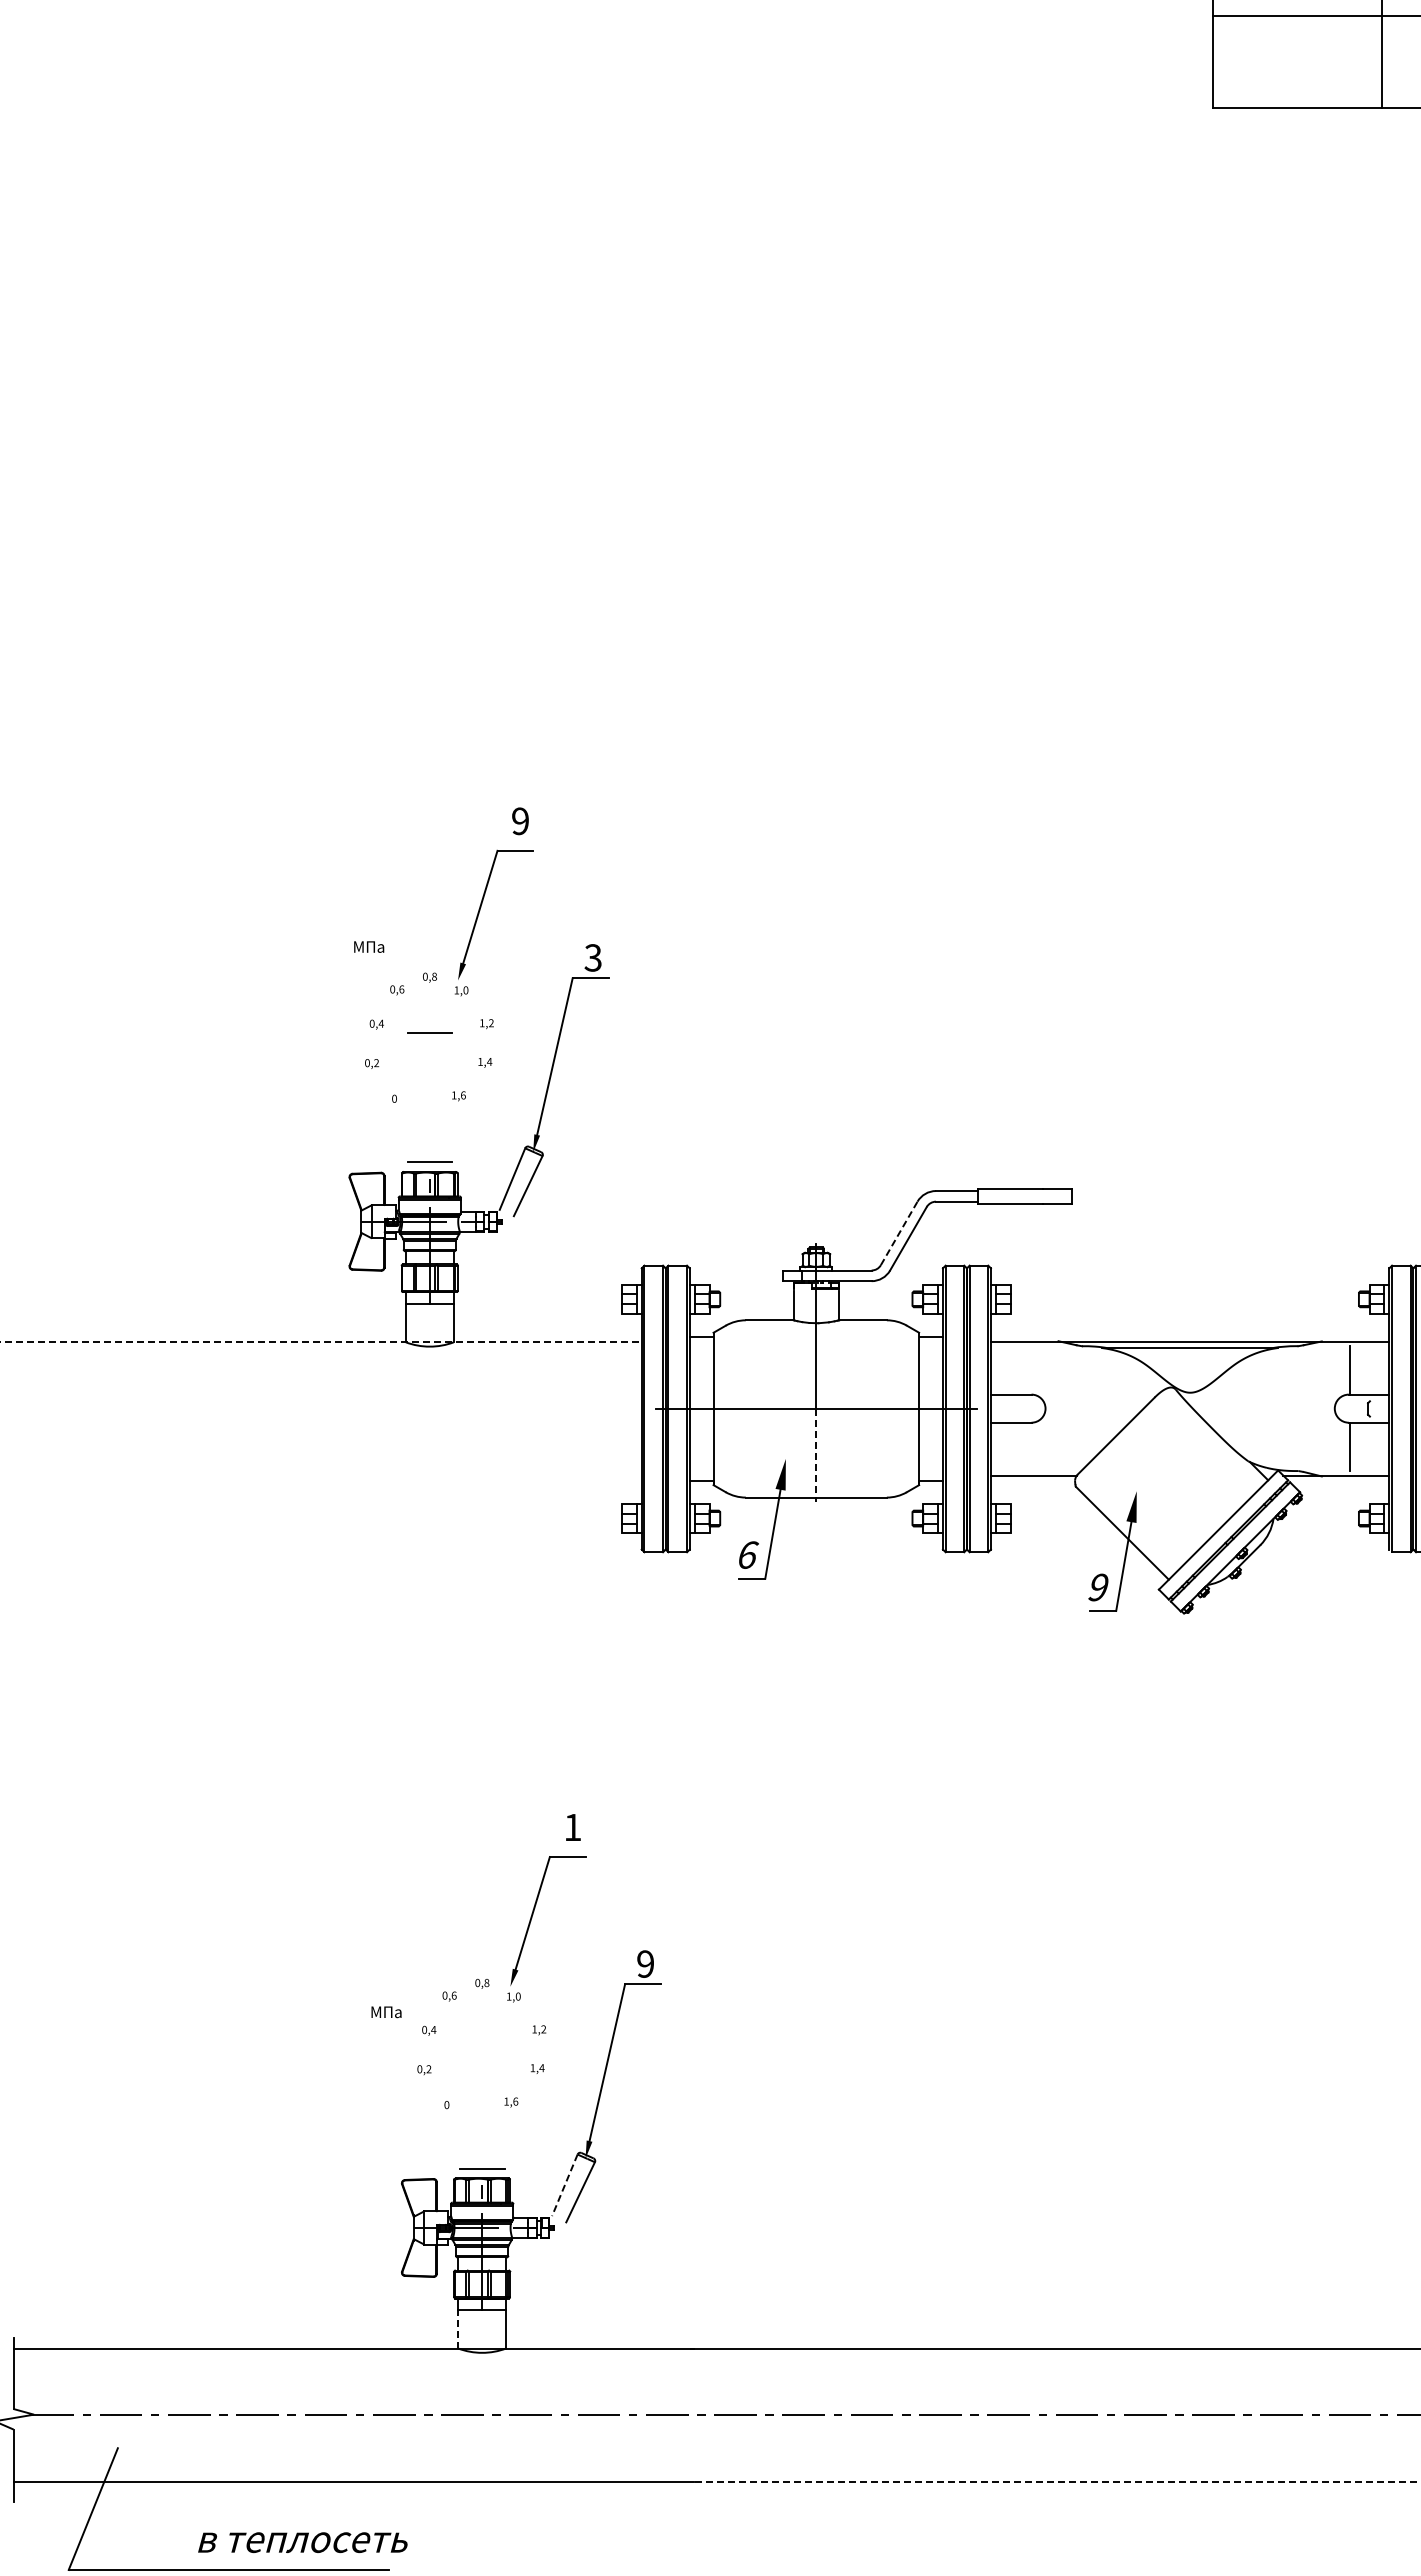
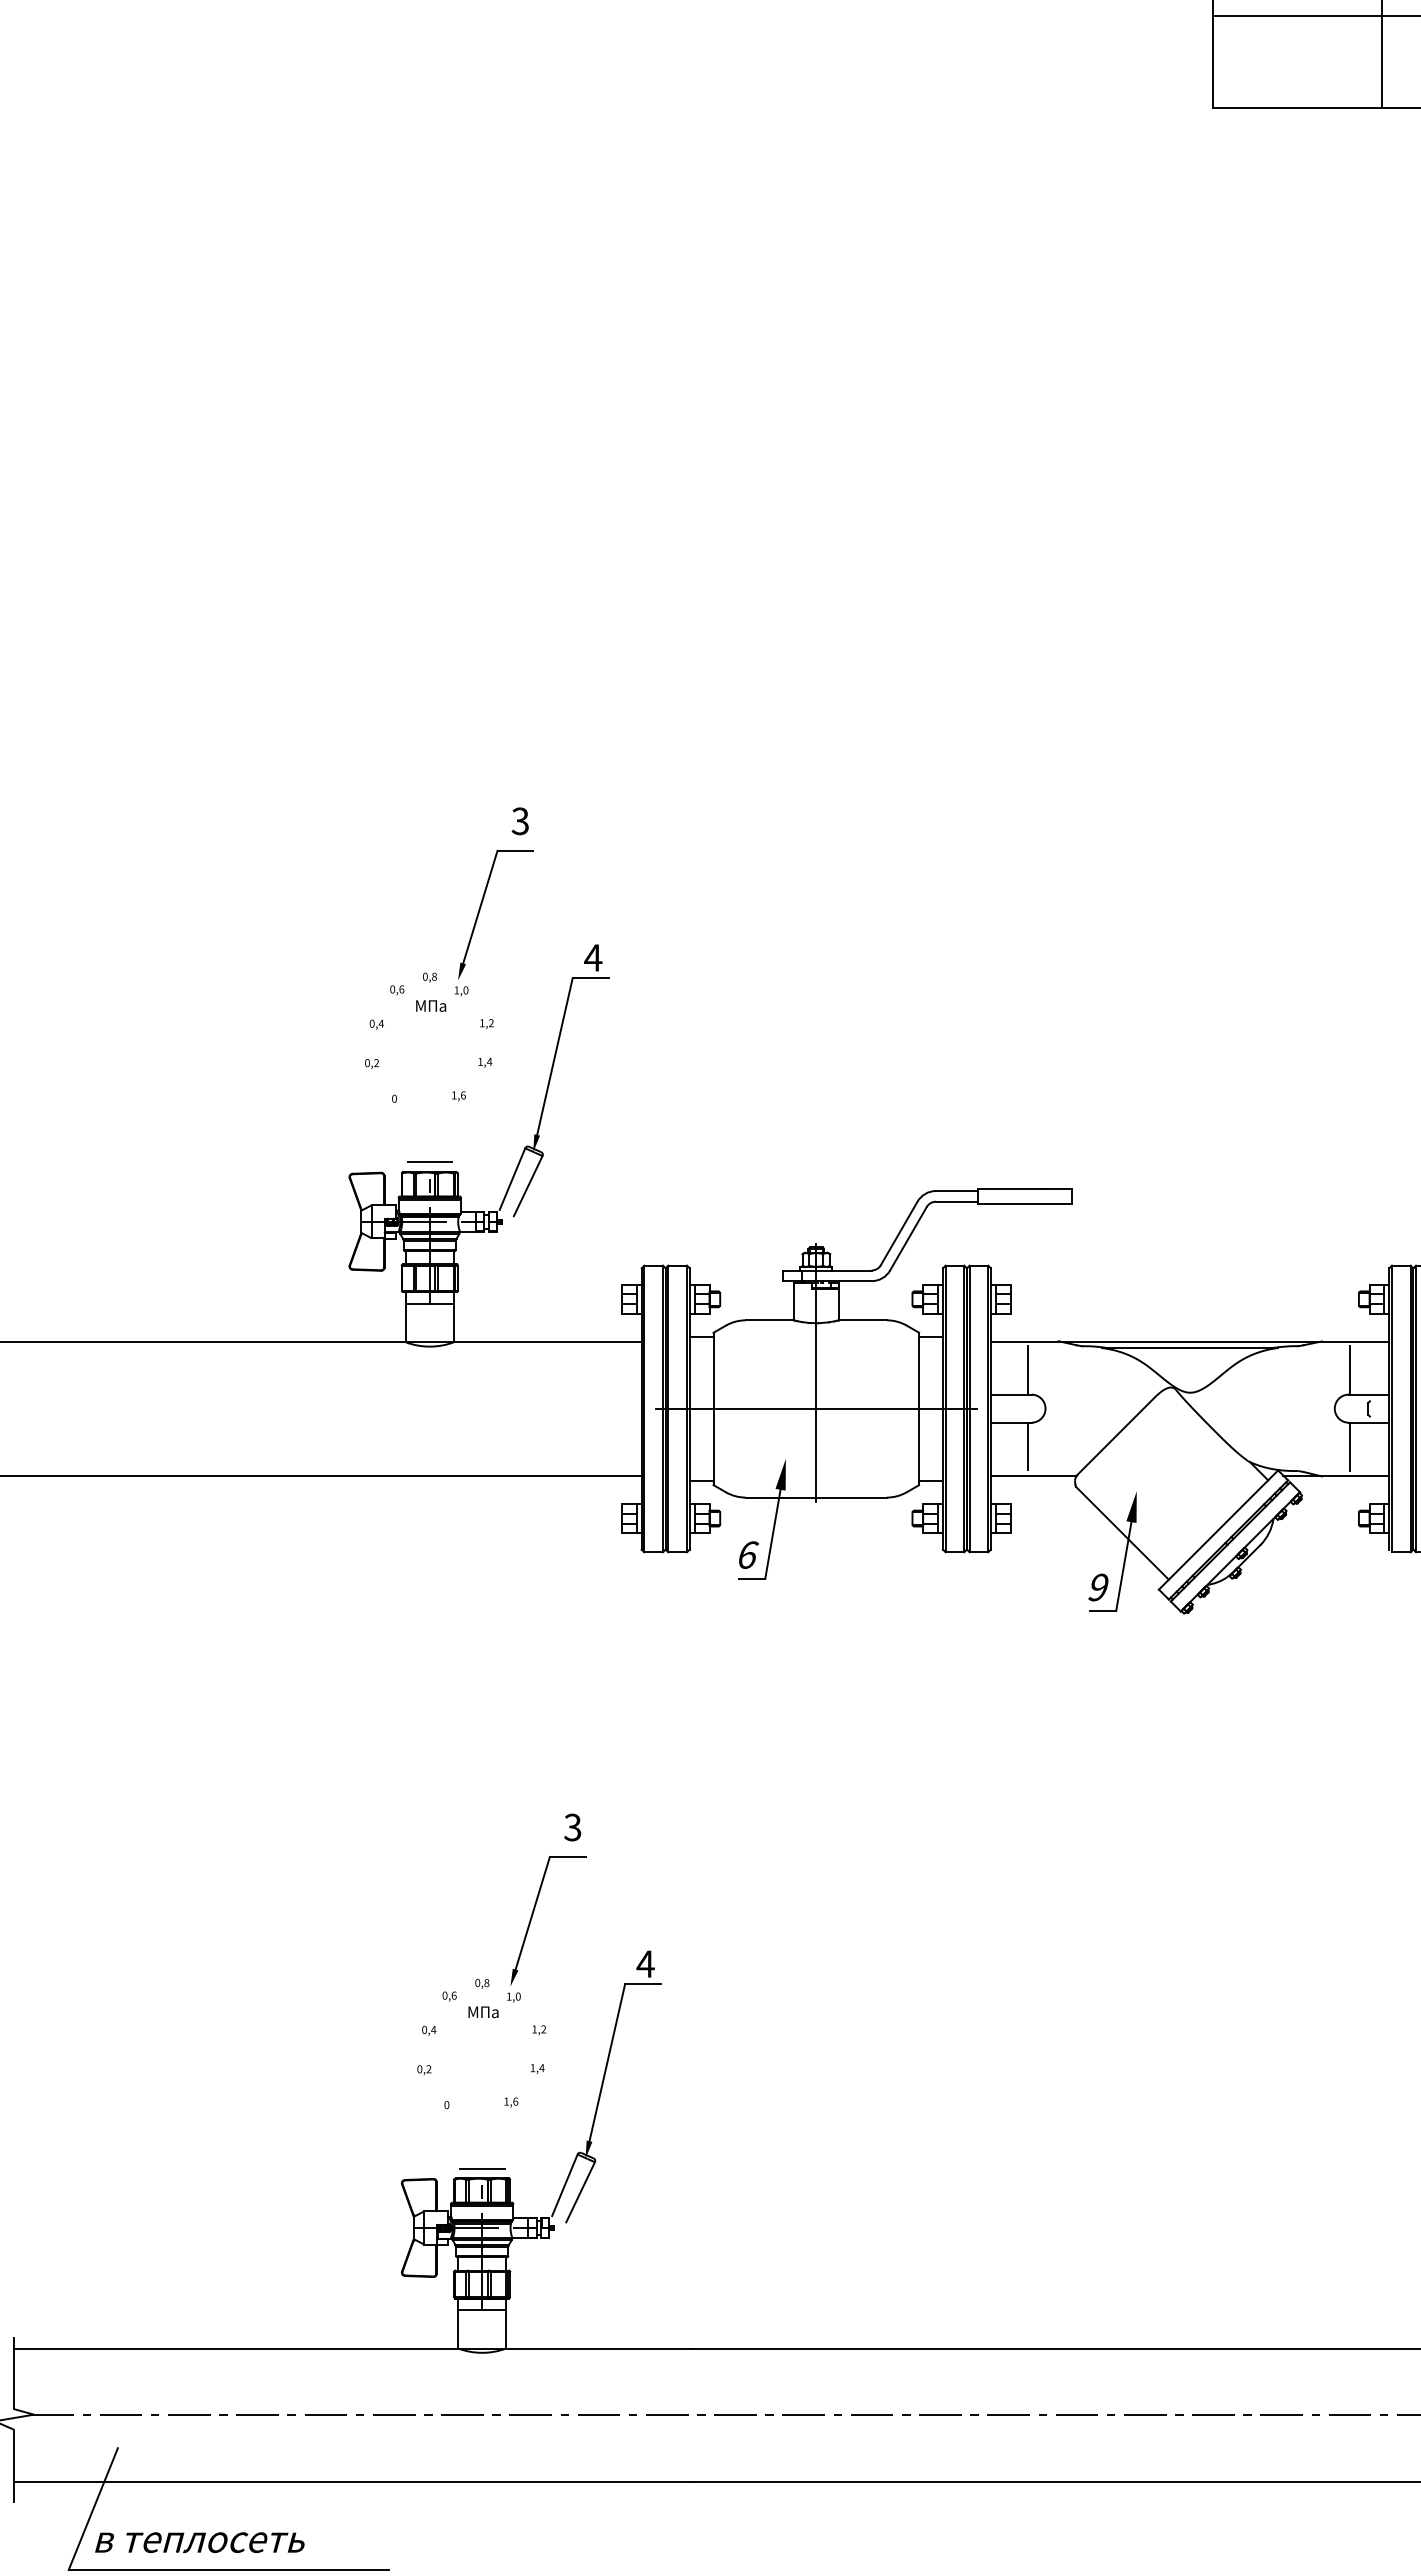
text at (519, 821): 9 -> 3
text at (369, 946) position: (369, 946) -> (431, 1005)
text at (593, 957): 3 -> 4
line at (429, 1032): present -> none
line at (899, 1233): dashed -> solid
line at (320, 1342): dashed -> solid
line at (1028, 1370): none -> present
line at (1028, 1446): none -> present
line at (816, 1455): dashed -> solid
line at (321, 1475): none -> present
text at (572, 1827): 1 -> 3
text at (645, 1963): 9 -> 4
text at (386, 2012) position: (386, 2012) -> (483, 2012)
line at (564, 2185): dashed -> solid
line at (458, 2328): dashed -> solid
line at (1057, 2481): dashed -> solid
text at (302, 2542) position: (302, 2542) -> (199, 2542)
